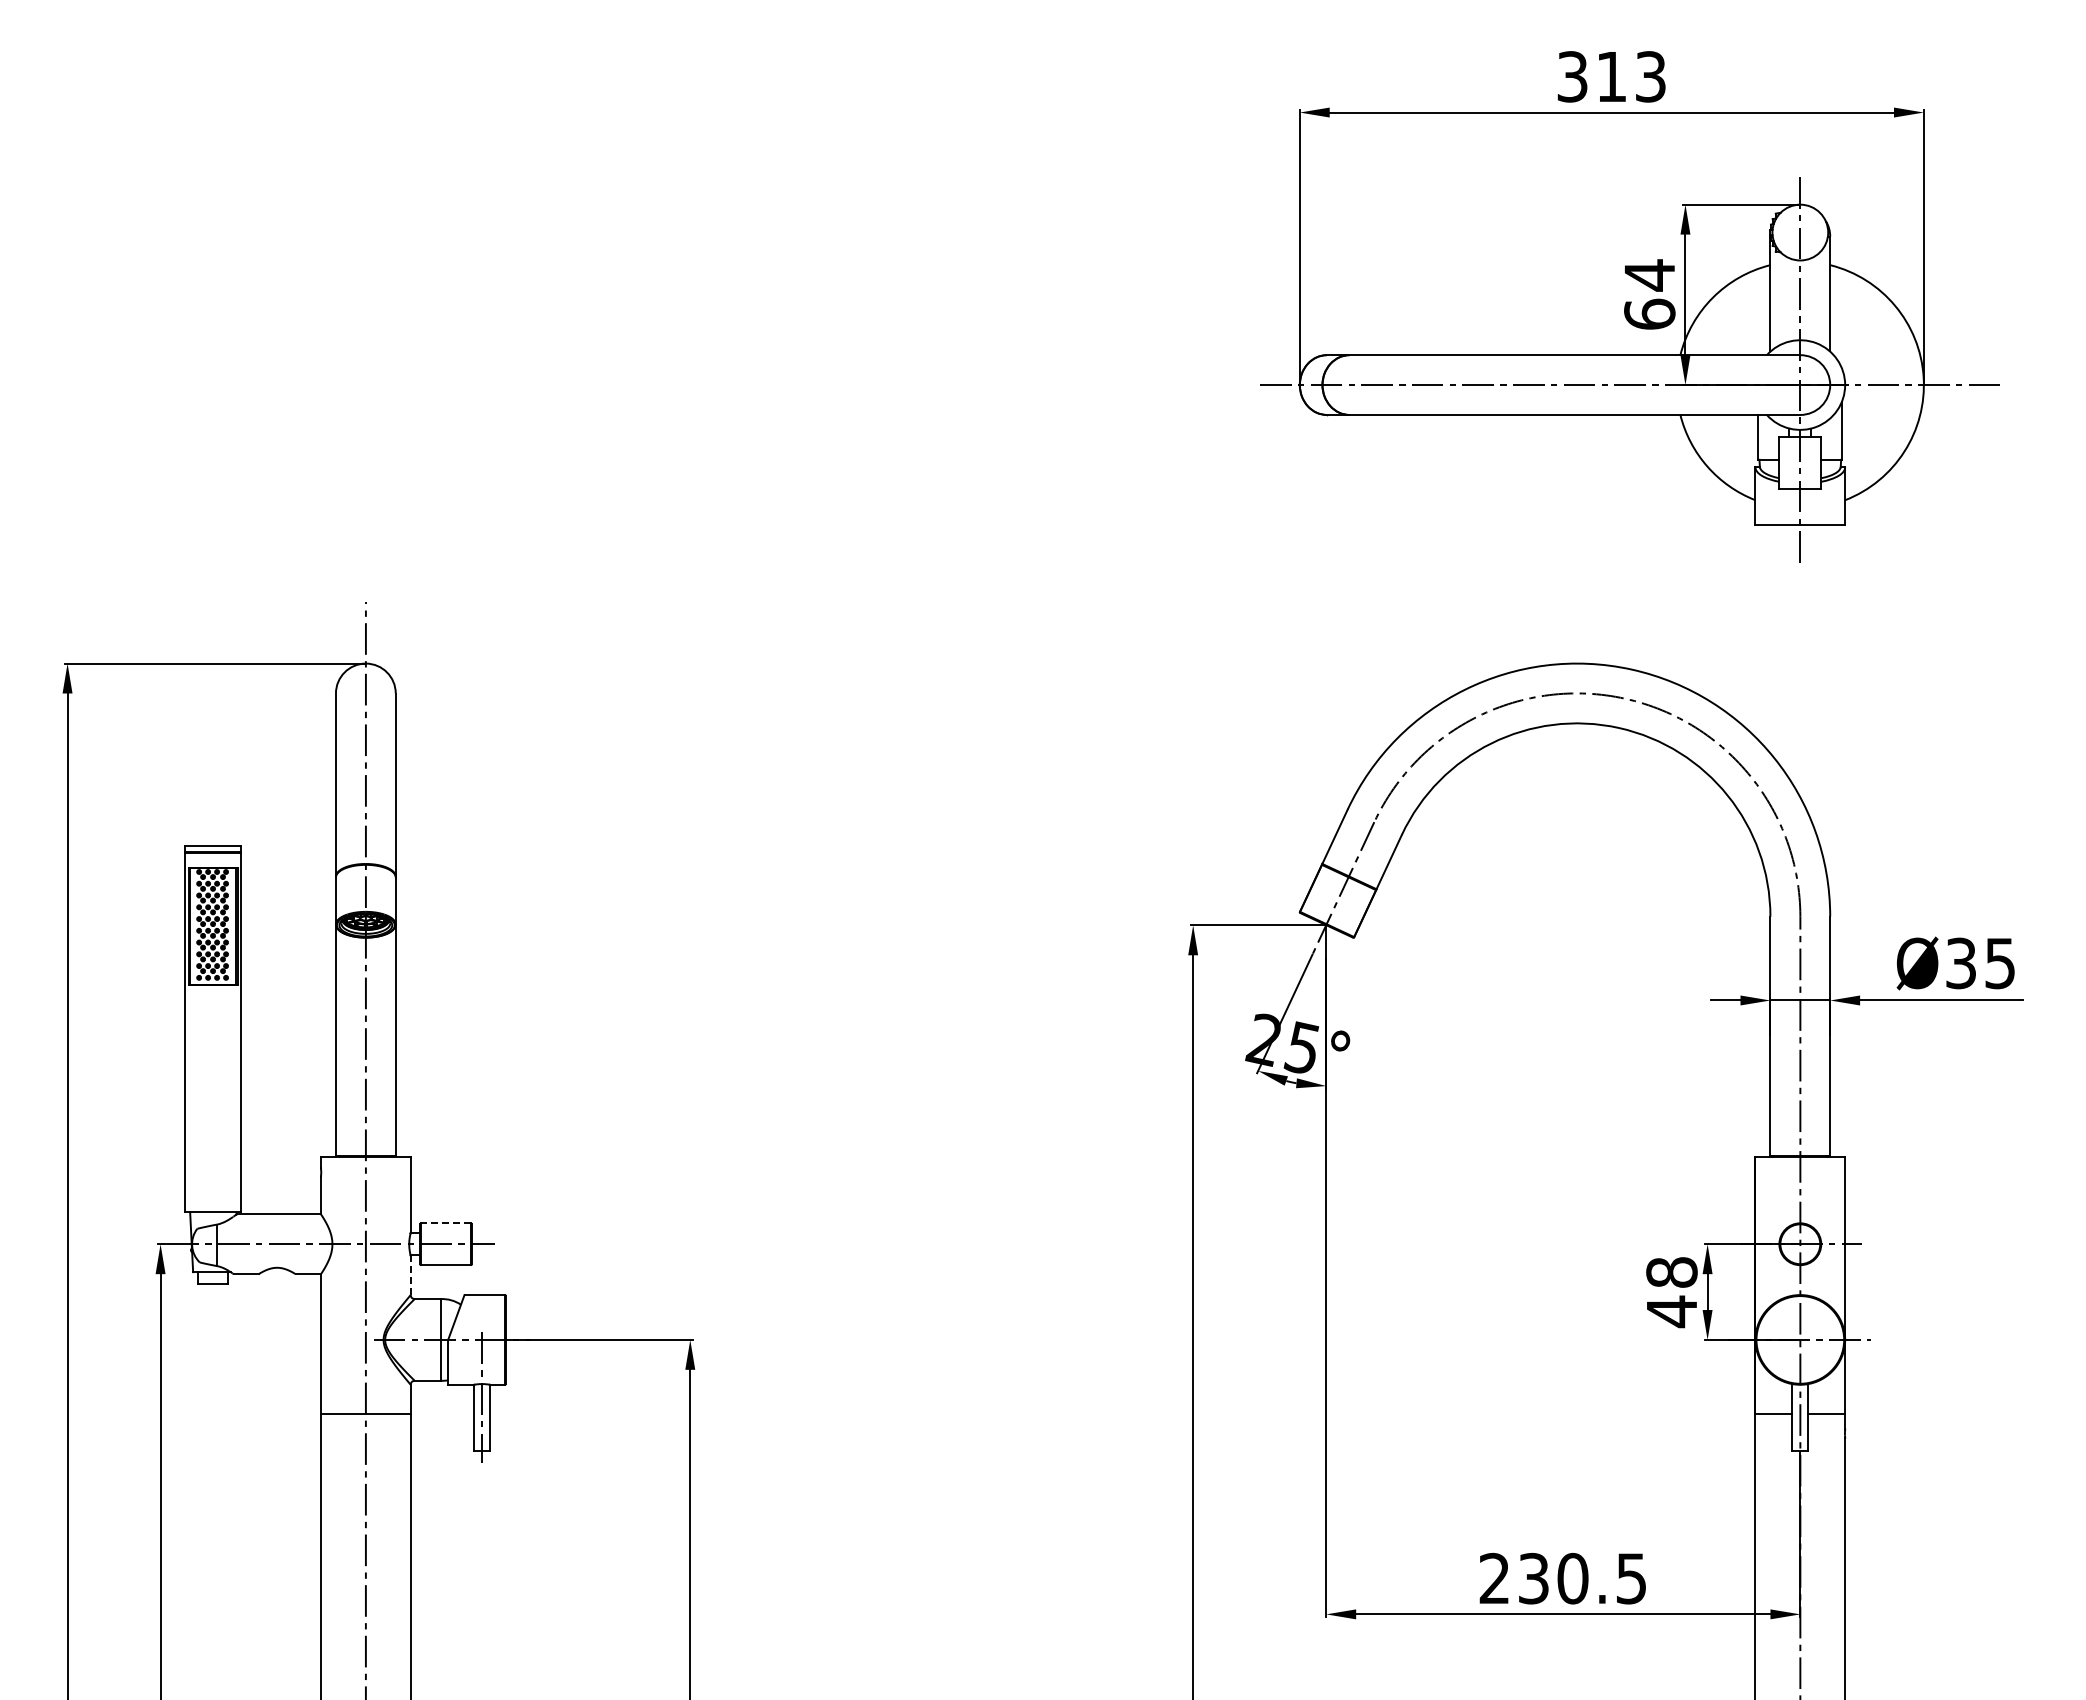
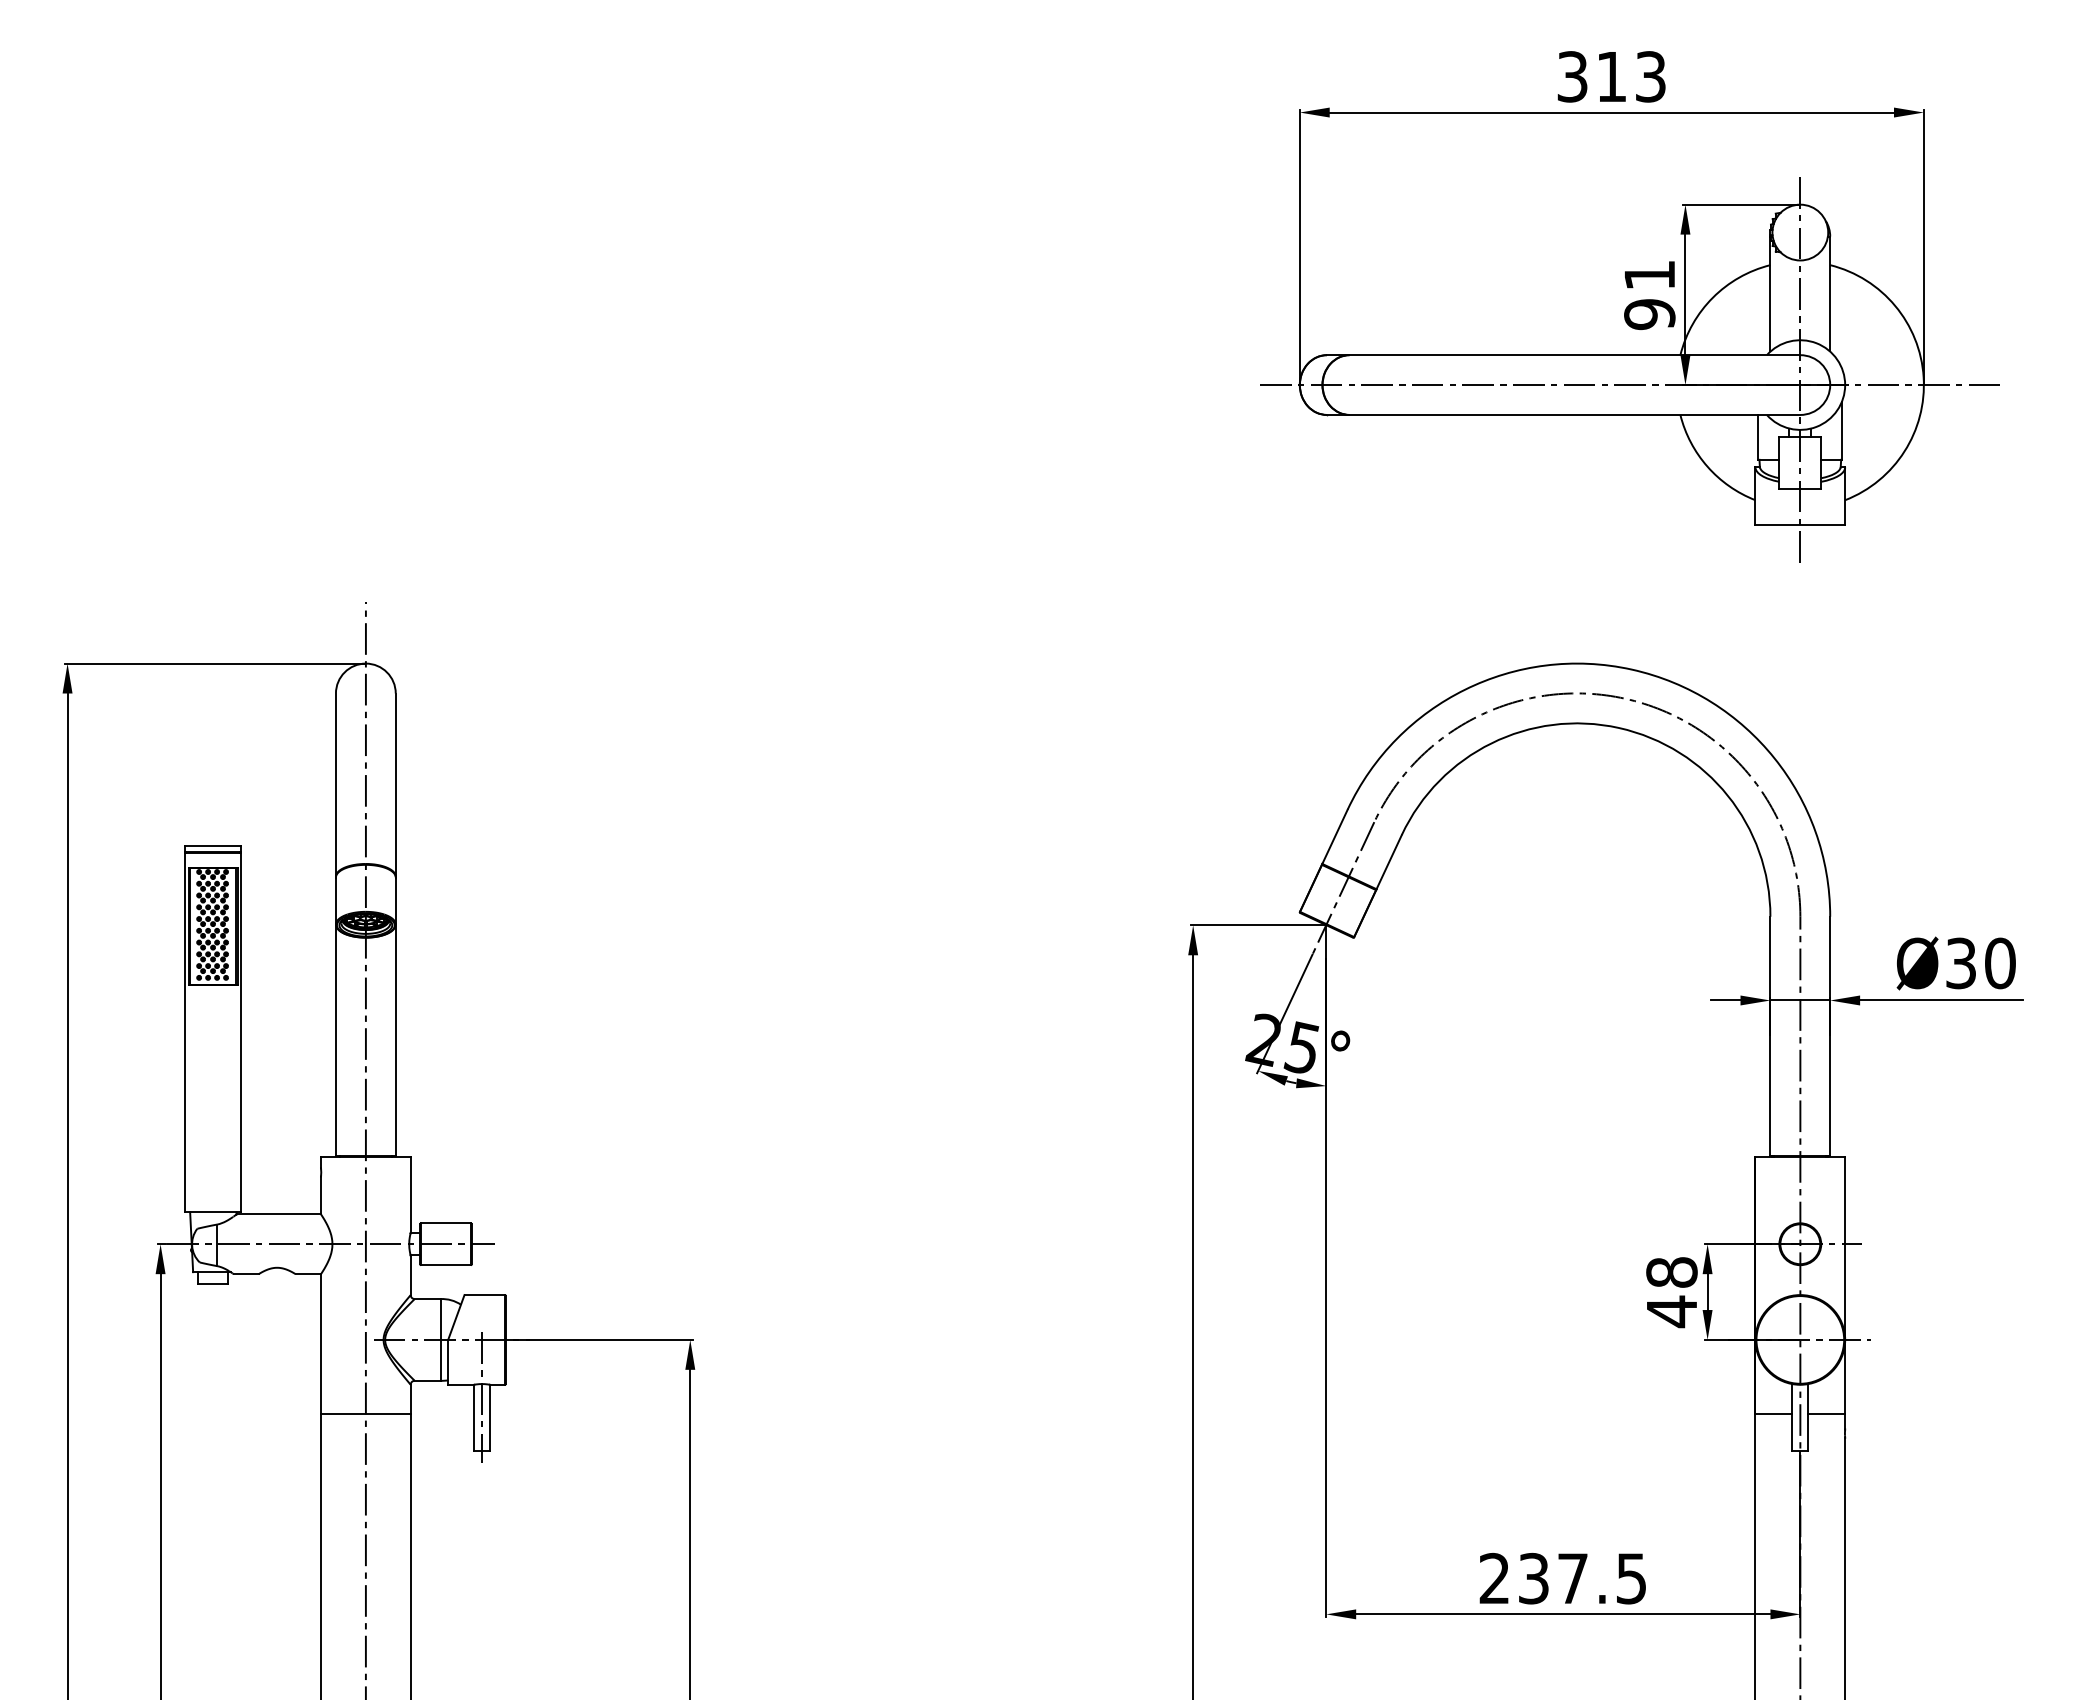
text at (1649, 294): 64 -> 91
text at (2000, 963): Ø35 -> Ø30
line at (445, 1223): dashed -> solid
line at (410, 1275): dashed -> solid
text at (1572, 1578): 230.5 -> 237.5
